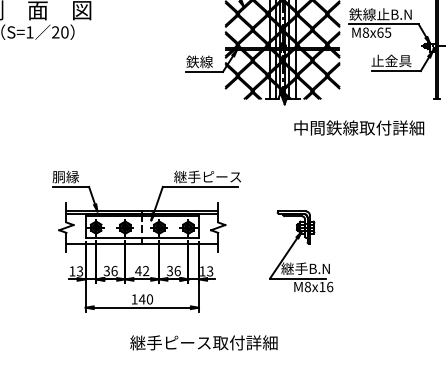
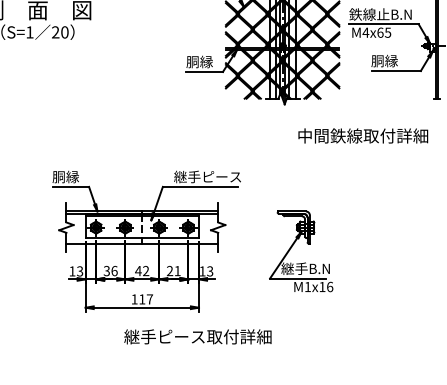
text at (365, 32): M8x65 -> M4x65
text at (391, 60): 止金具 -> 胴縁
text at (199, 61): 鉄線 -> 胴縁
text at (359, 127) position: (359, 127) -> (363, 135)
text at (173, 270): 36 -> 21
text at (307, 286): M8x16 -> M1x16
text at (145, 299): 140 -> 117
text at (203, 342) position: (203, 342) -> (197, 336)
